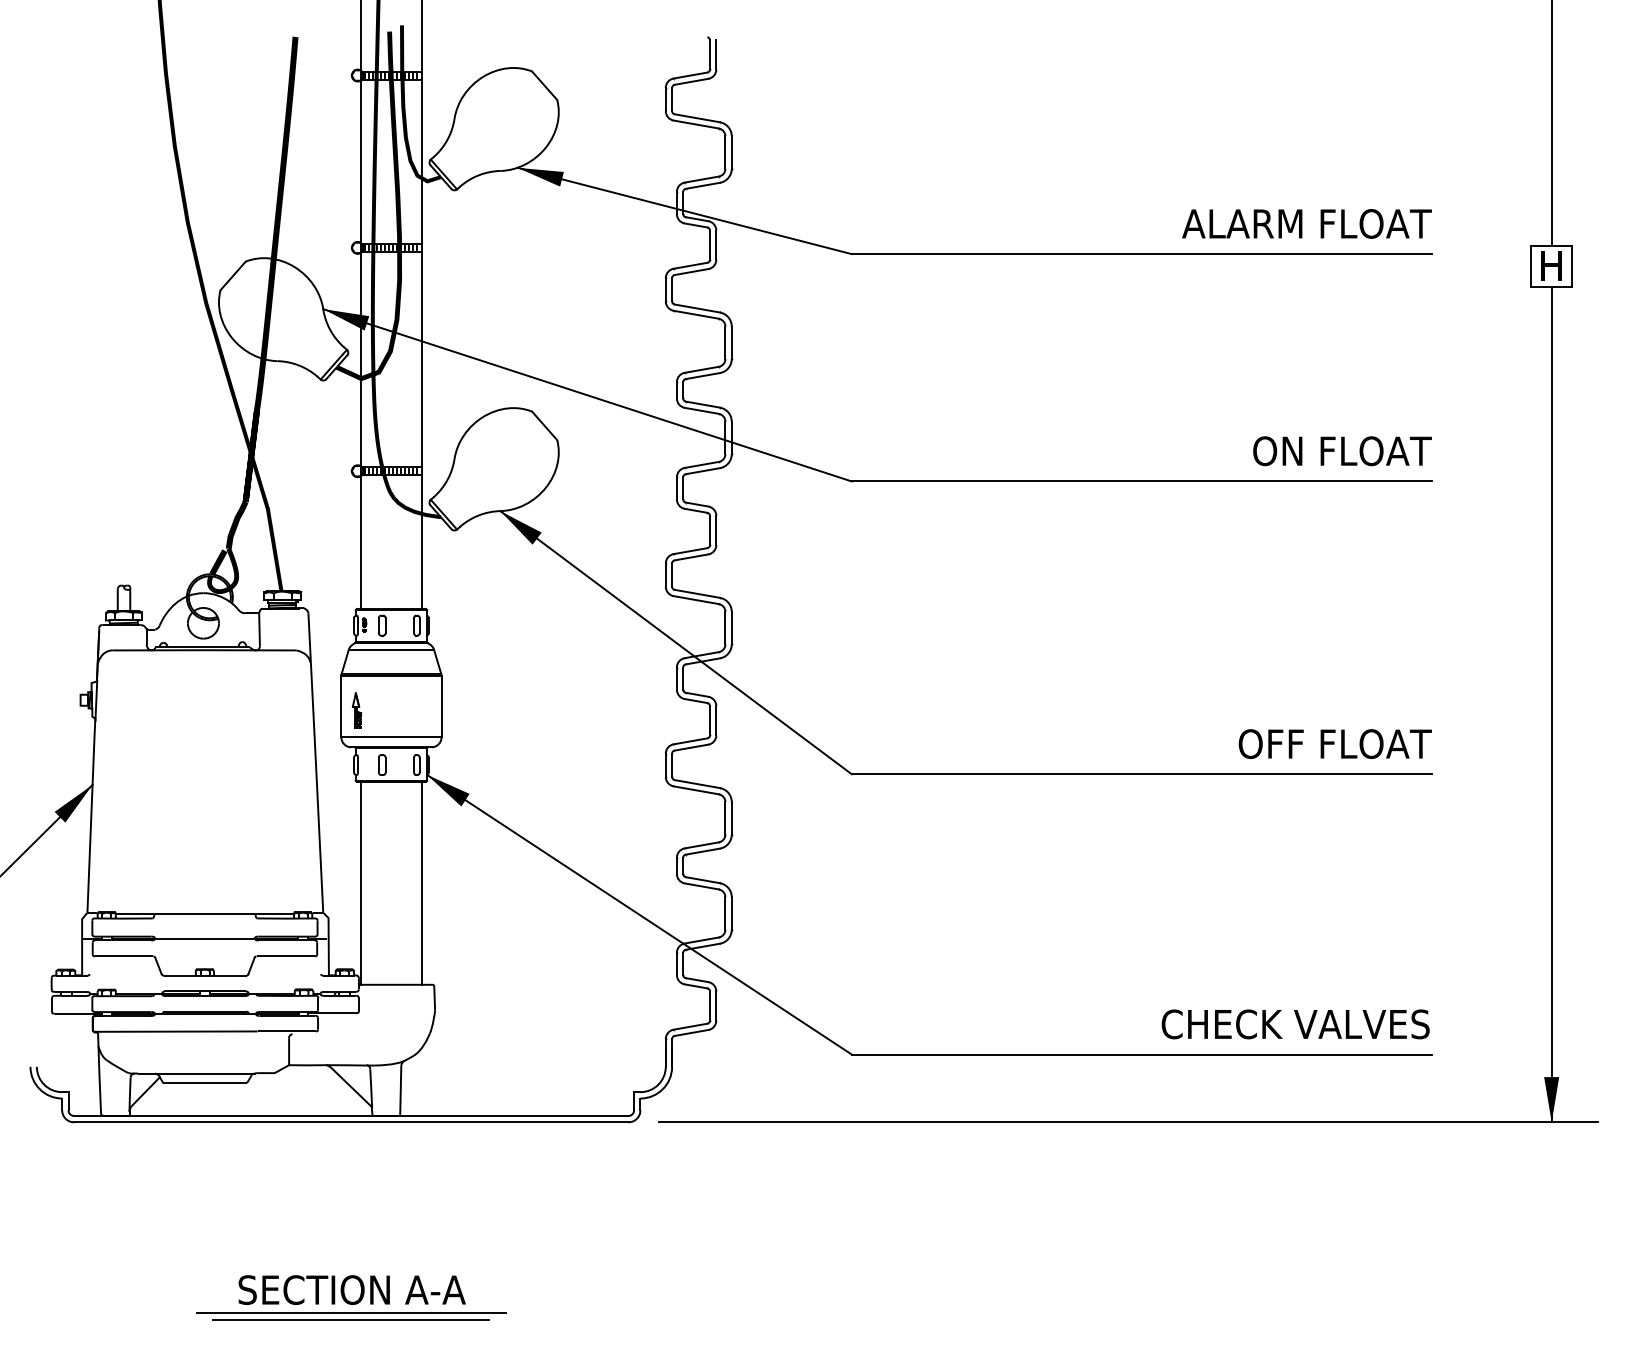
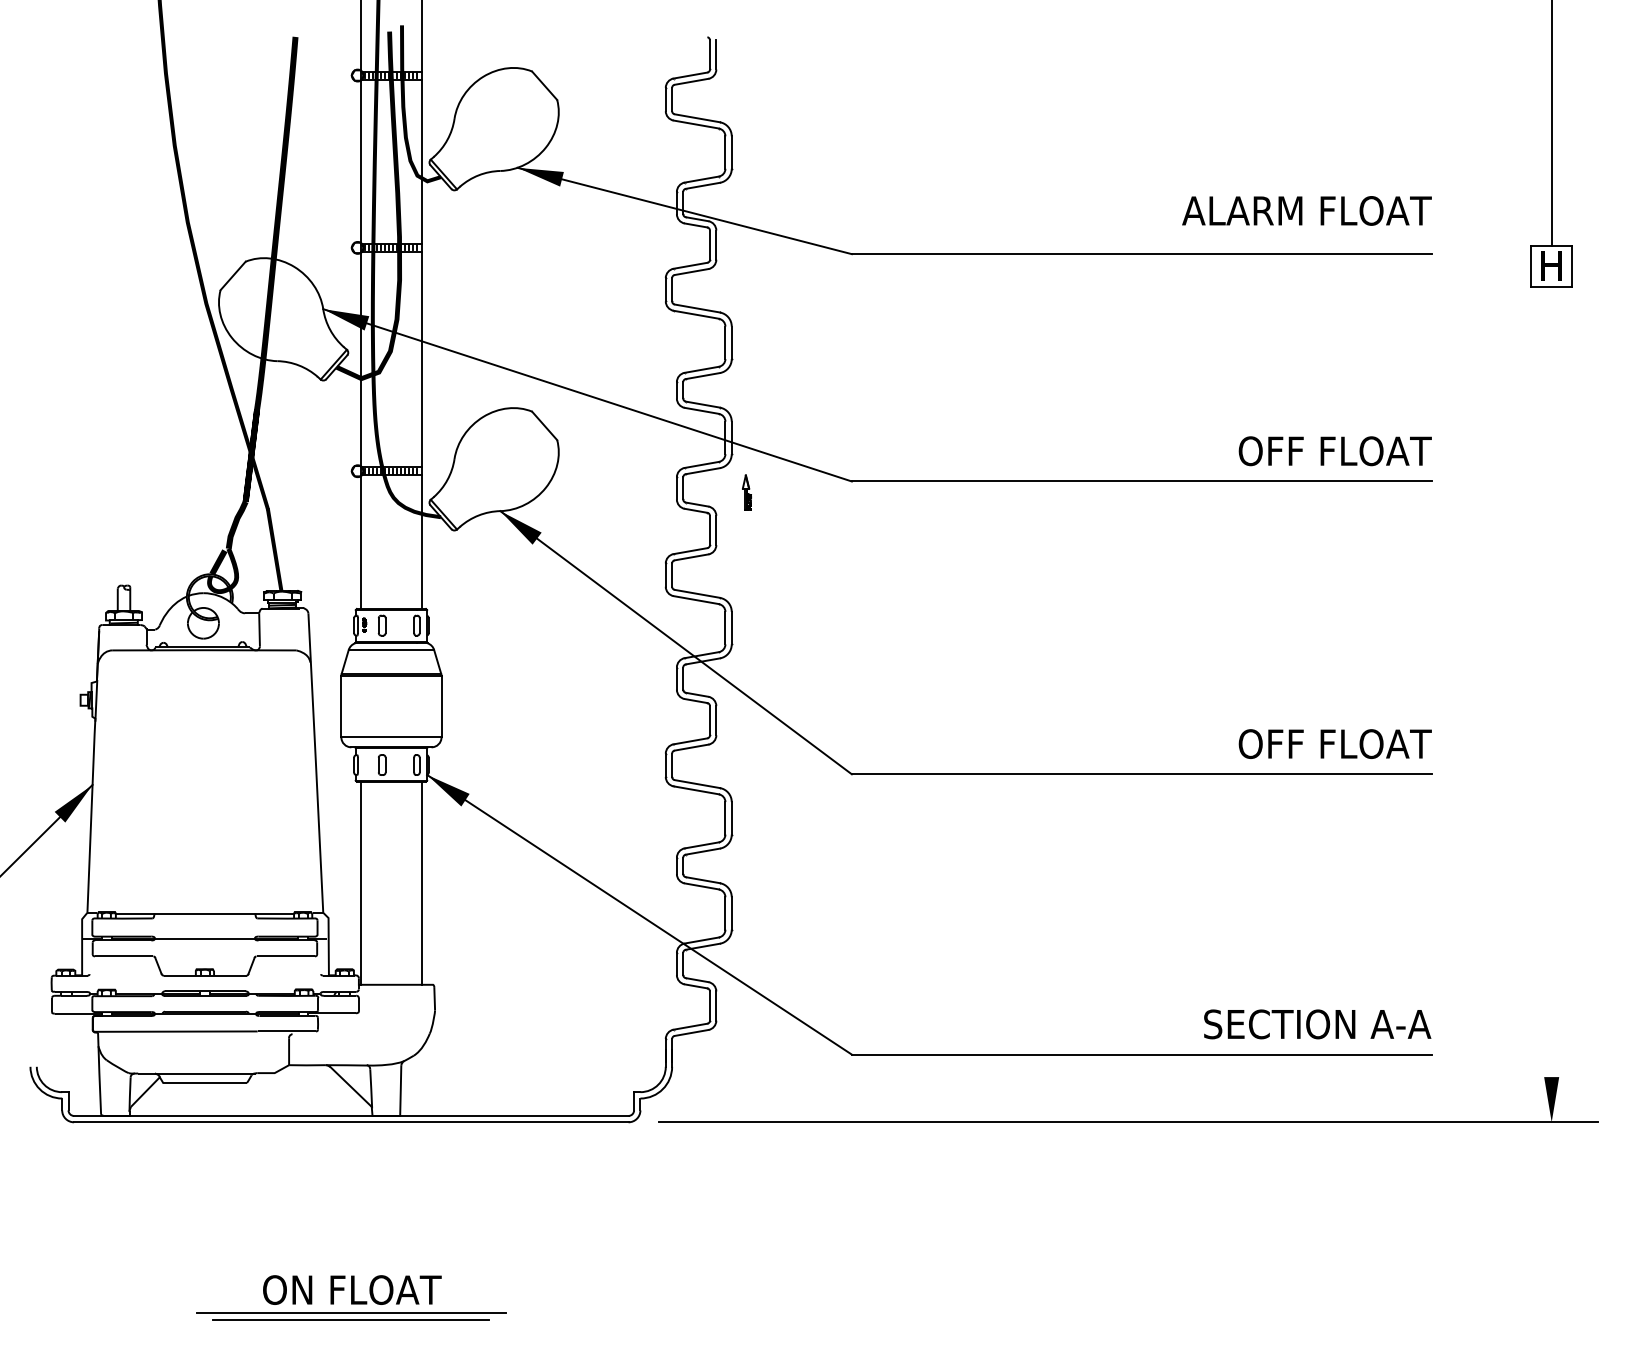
text at (1306, 223) position: (1306, 223) -> (1306, 210)
text at (1270, 451): ON FLOAT -> OFF FLOAT
line at (1551, 704): present -> none
part at (356, 710) position: (356, 710) -> (746, 492)
text at (1296, 1024): CHECK VALVES -> SECTION A-A
text at (351, 1289): SECTION A-A -> ON FLOAT
